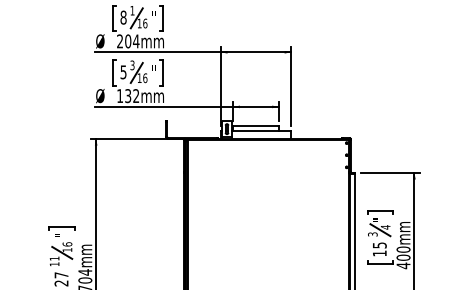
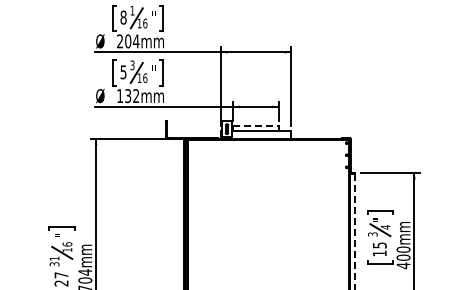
line at (256, 126): solid -> dashed
line at (355, 231): solid -> dashed
text at (54, 264): 11 -> 31
